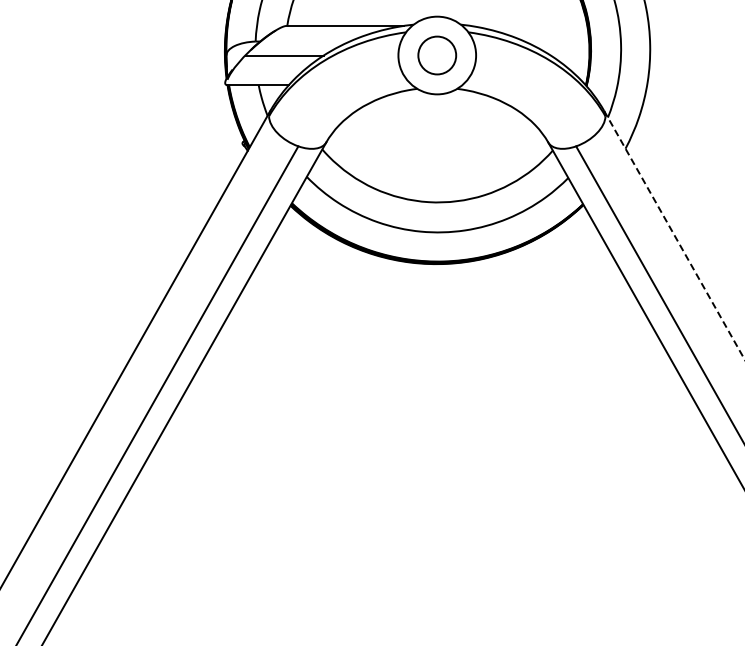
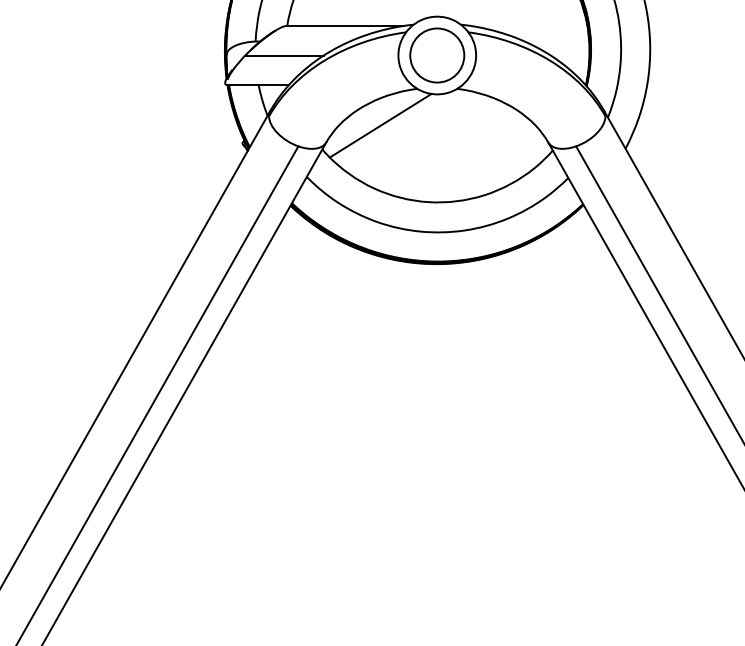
circle at (437, 55) diameter: 38 px -> 54 px
line at (380, 125): none -> present
line at (674, 235): dashed -> solid
